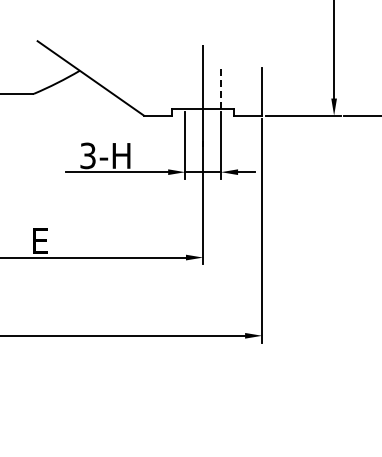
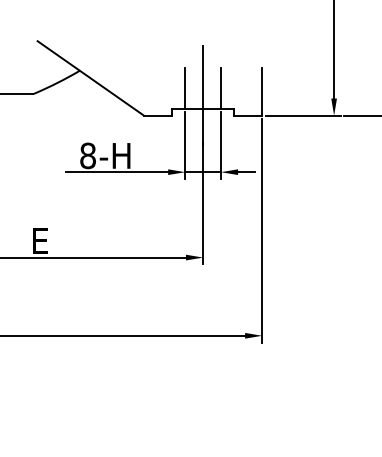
line at (185, 87): none -> present
line at (220, 88): dashed -> solid
text at (87, 155): 3-H -> 8-H
